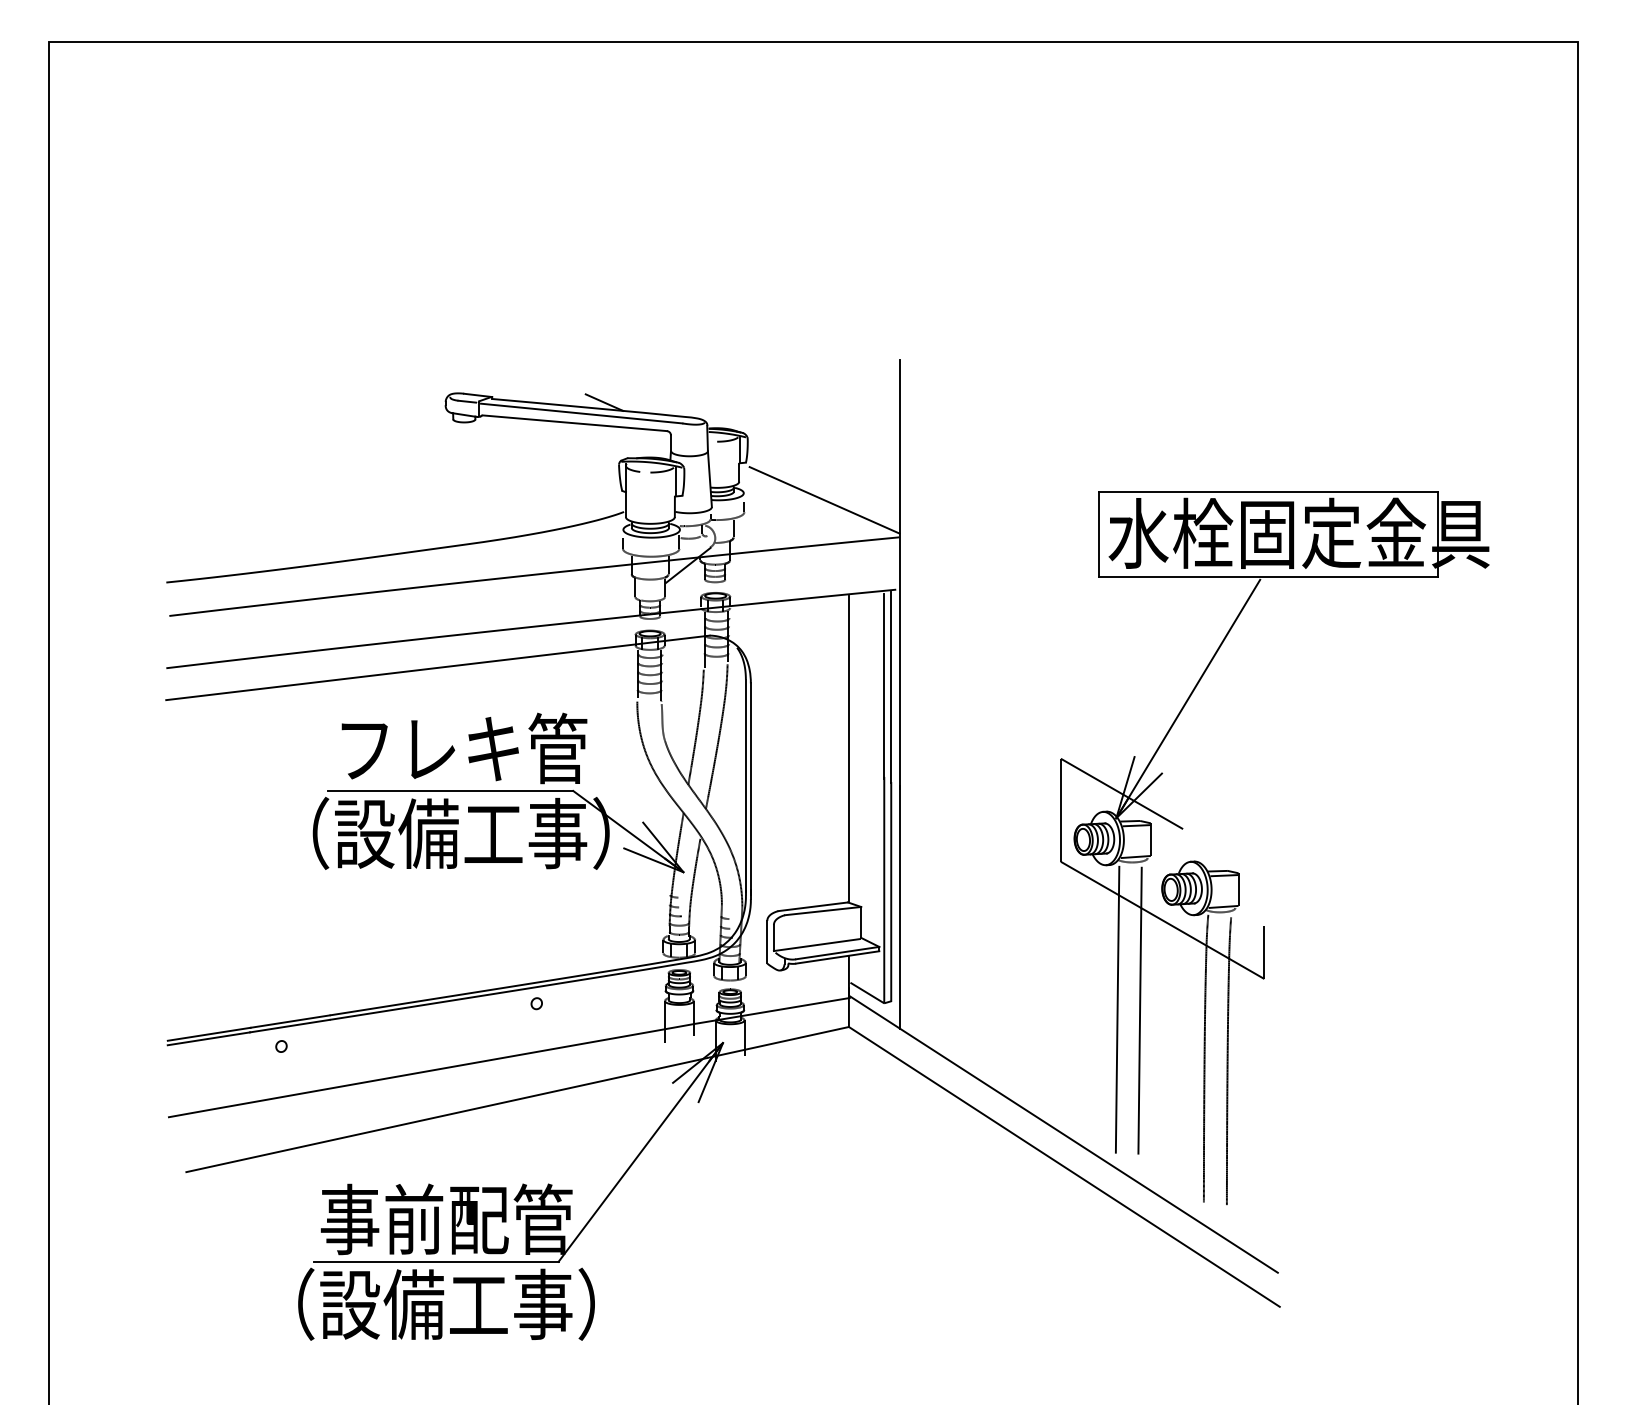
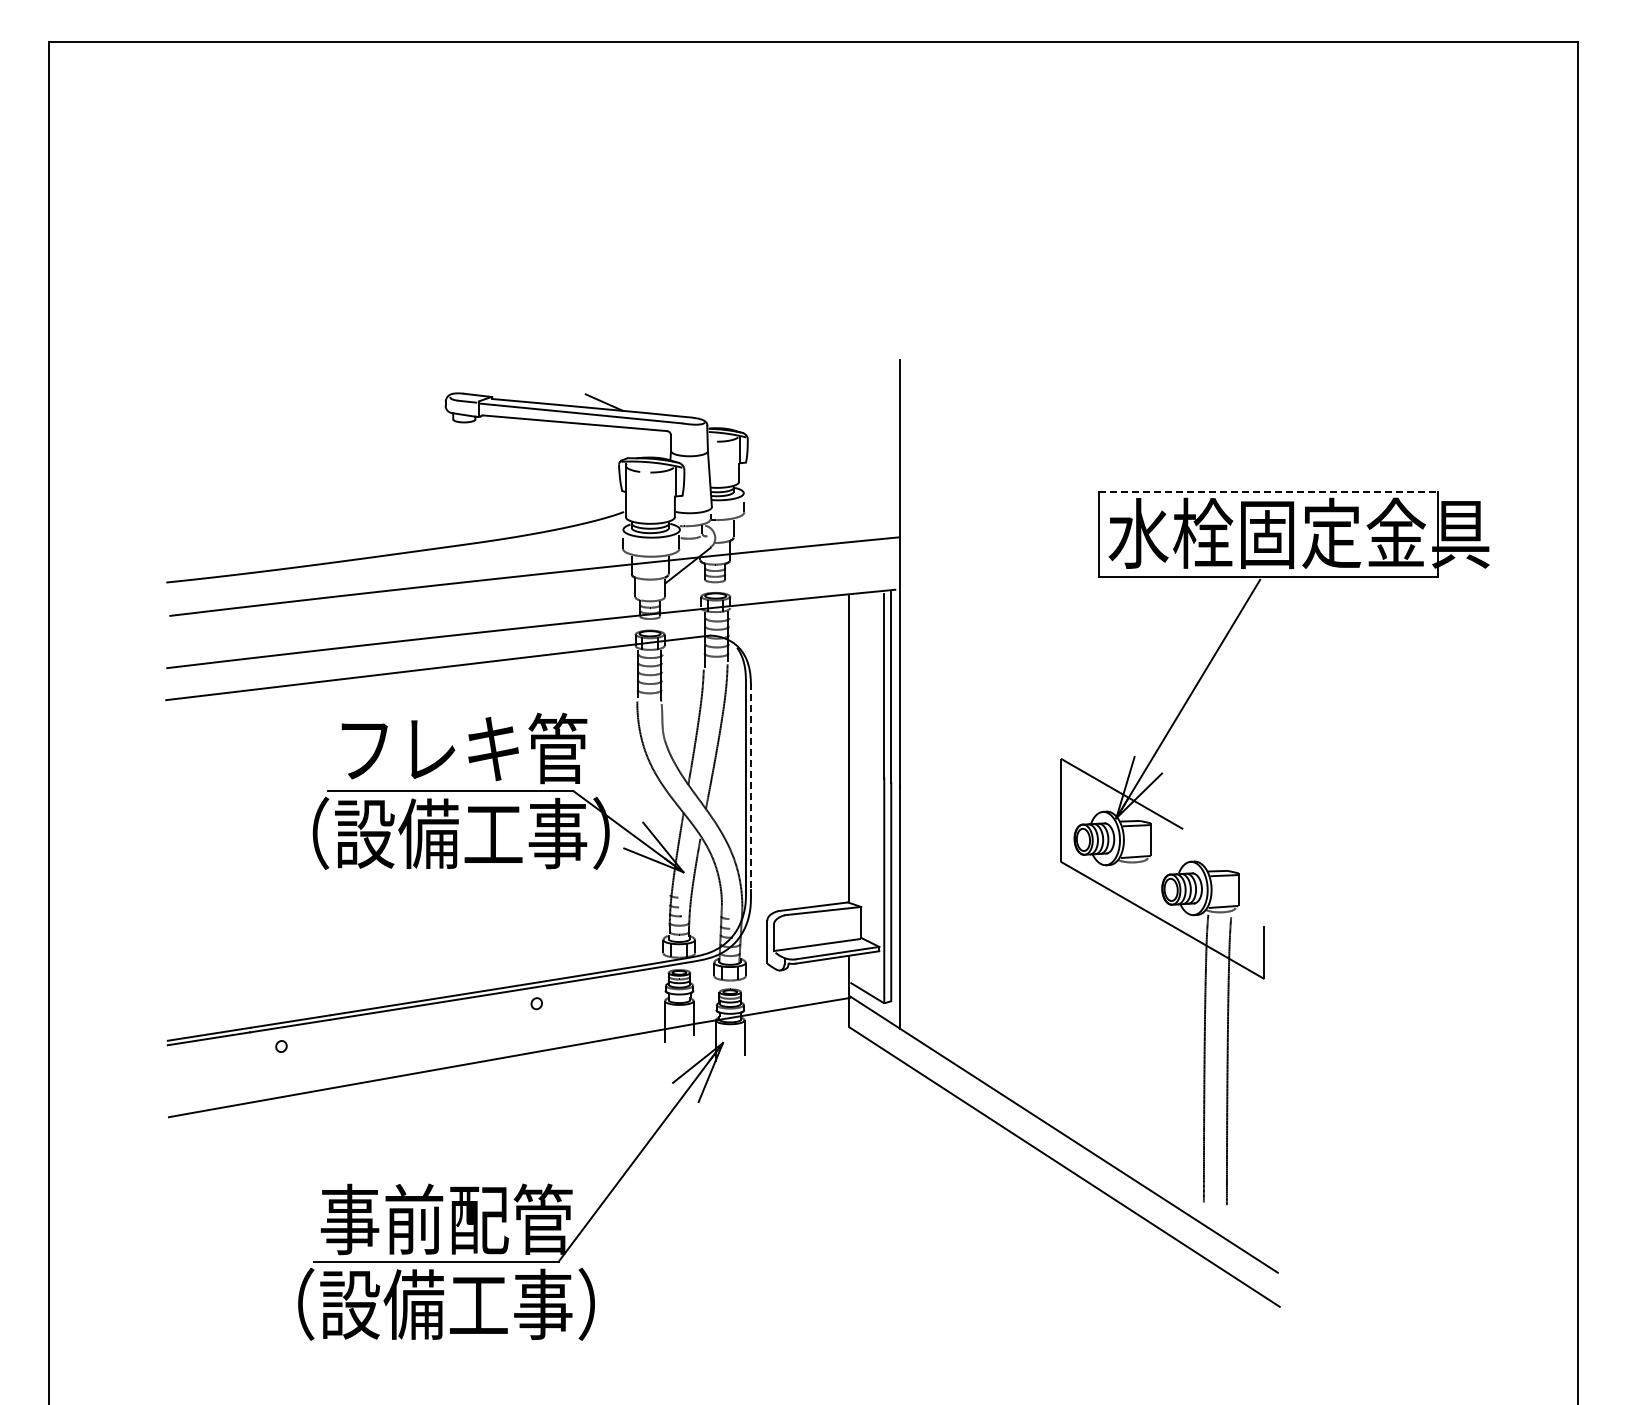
line at (1268, 491): solid -> dashed
line at (824, 500): present -> none
line at (750, 789): solid -> dashed
line at (1117, 1013): present -> none
line at (1139, 1018): present -> none
line at (517, 1099): present -> none
